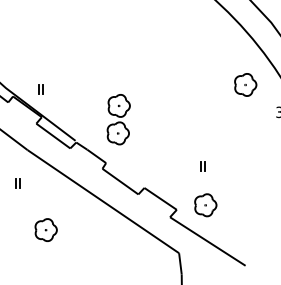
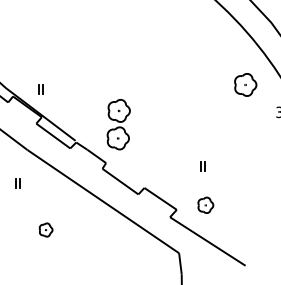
part at (118, 119) position: (118, 119) -> (118, 124)
part at (205, 205) size: 24x25 px -> 18x18 px
part at (45, 229) size: 24x24 px -> 16x16 px
